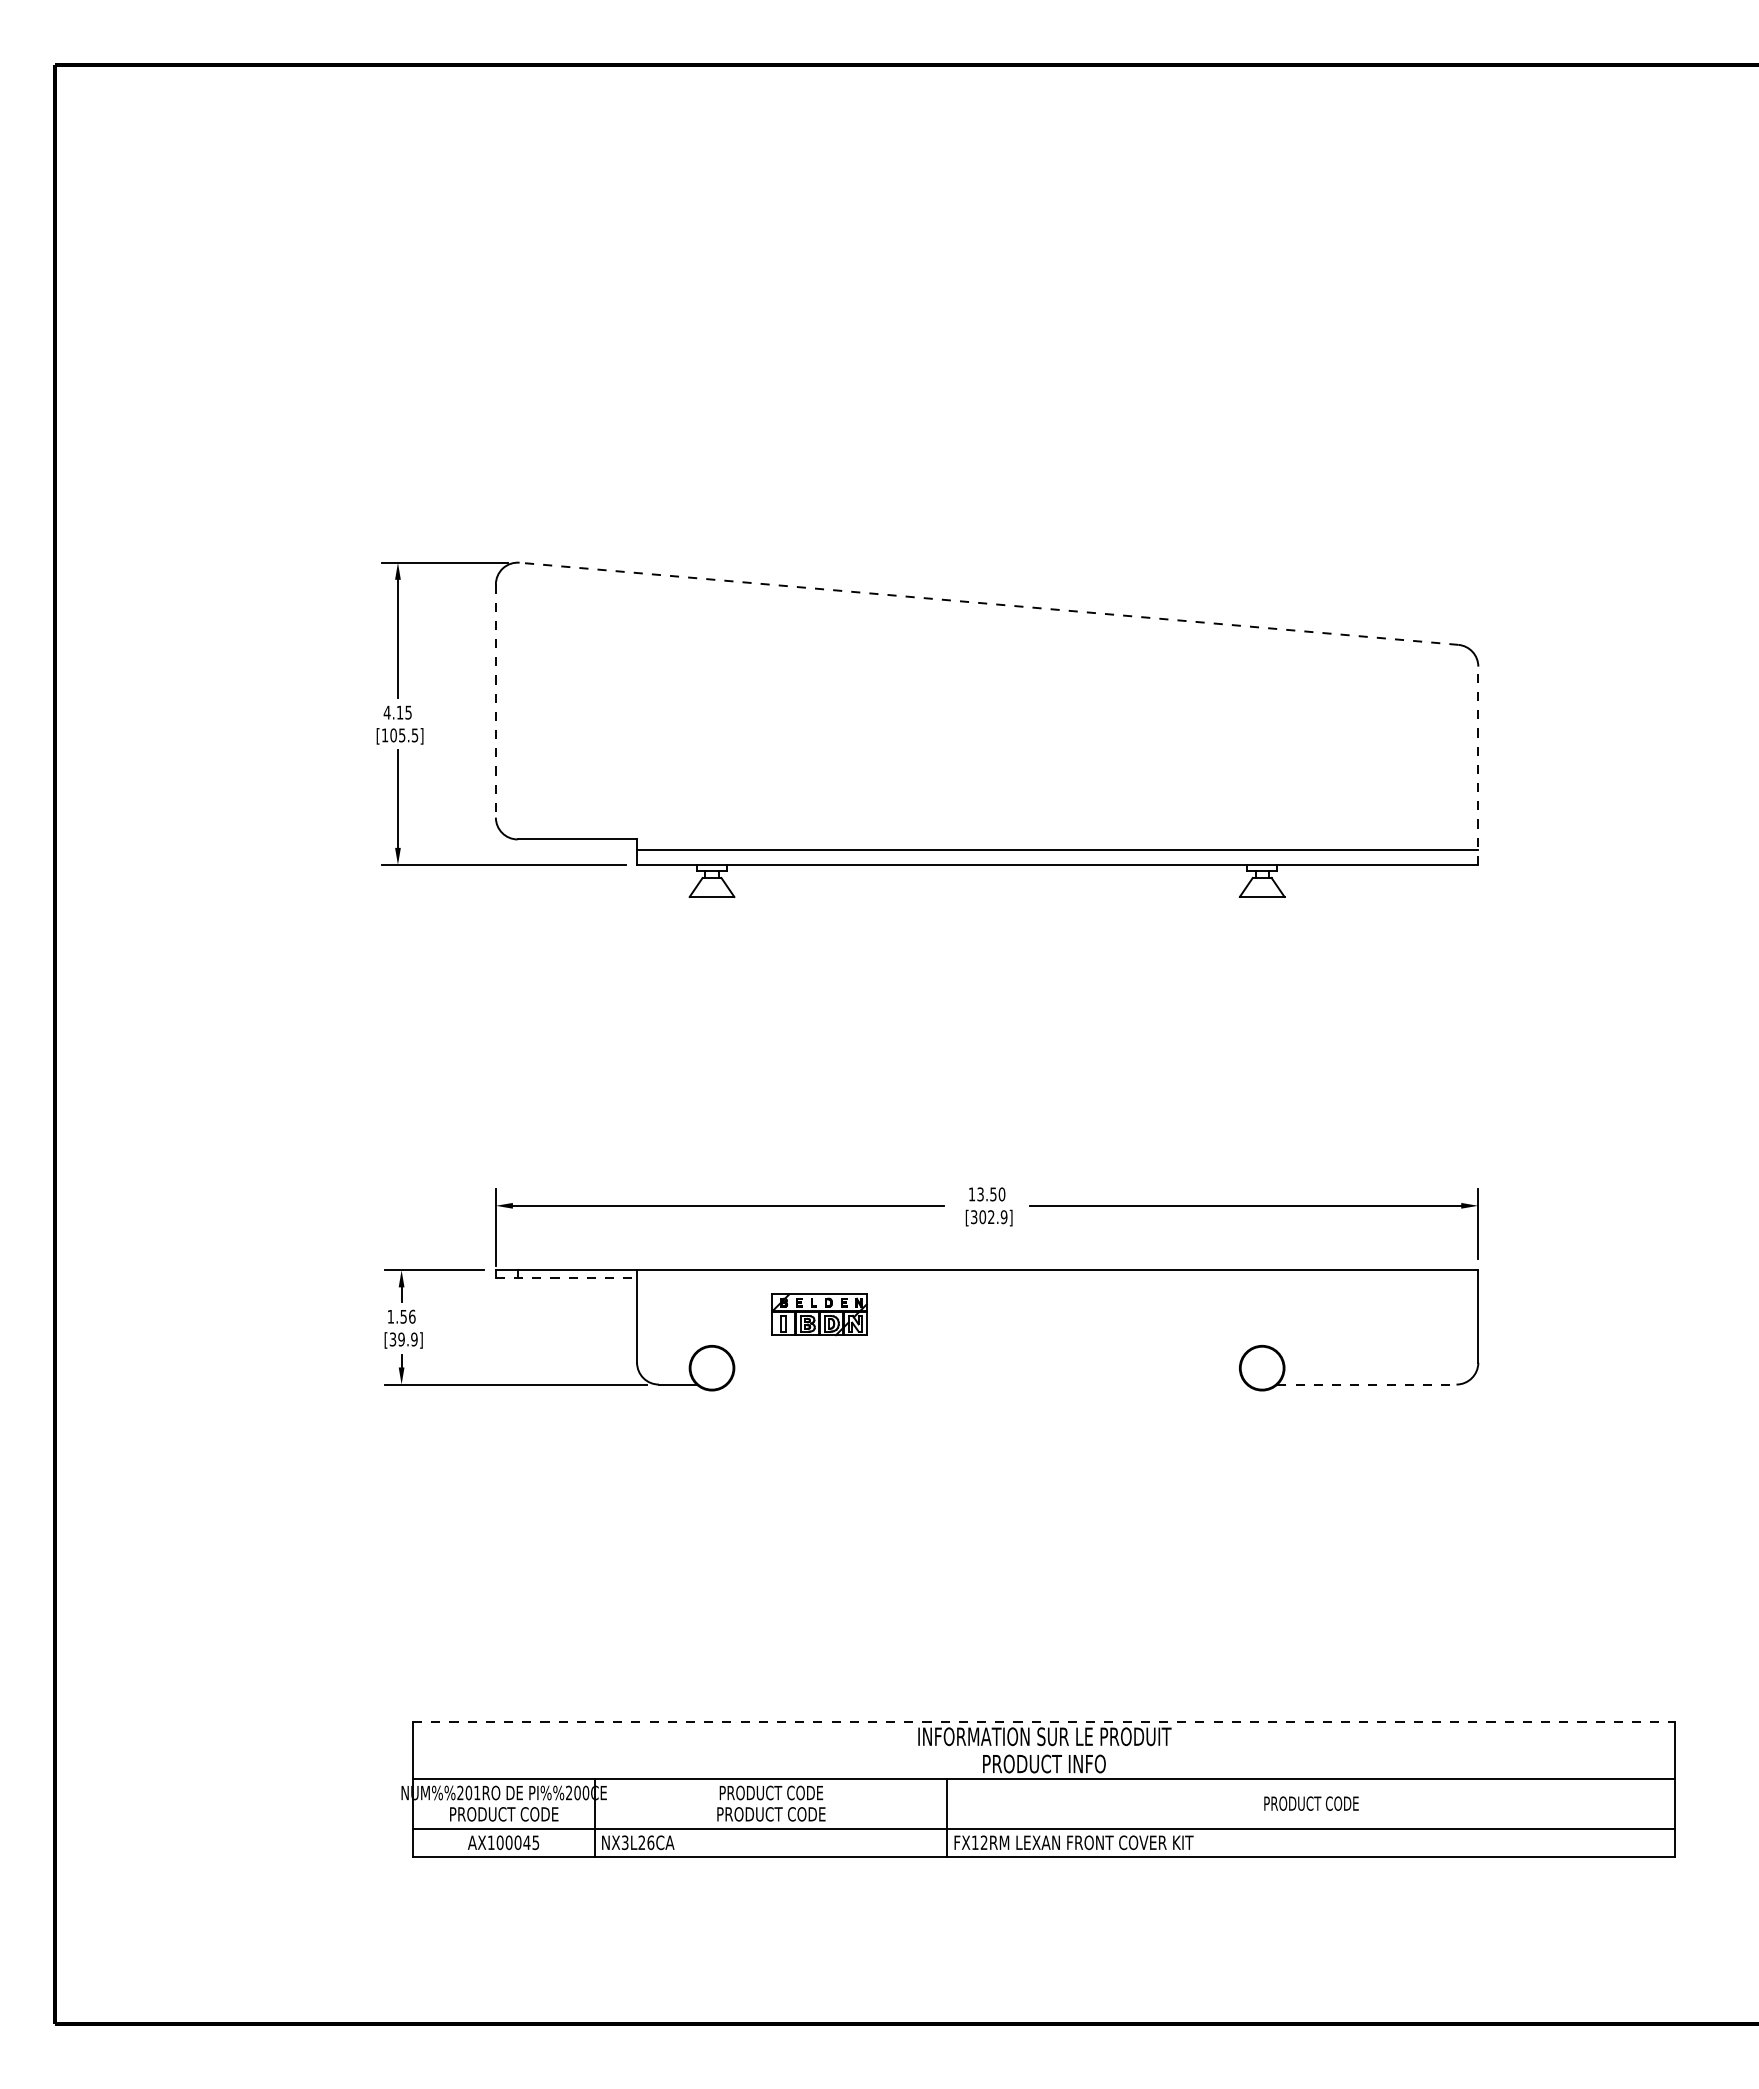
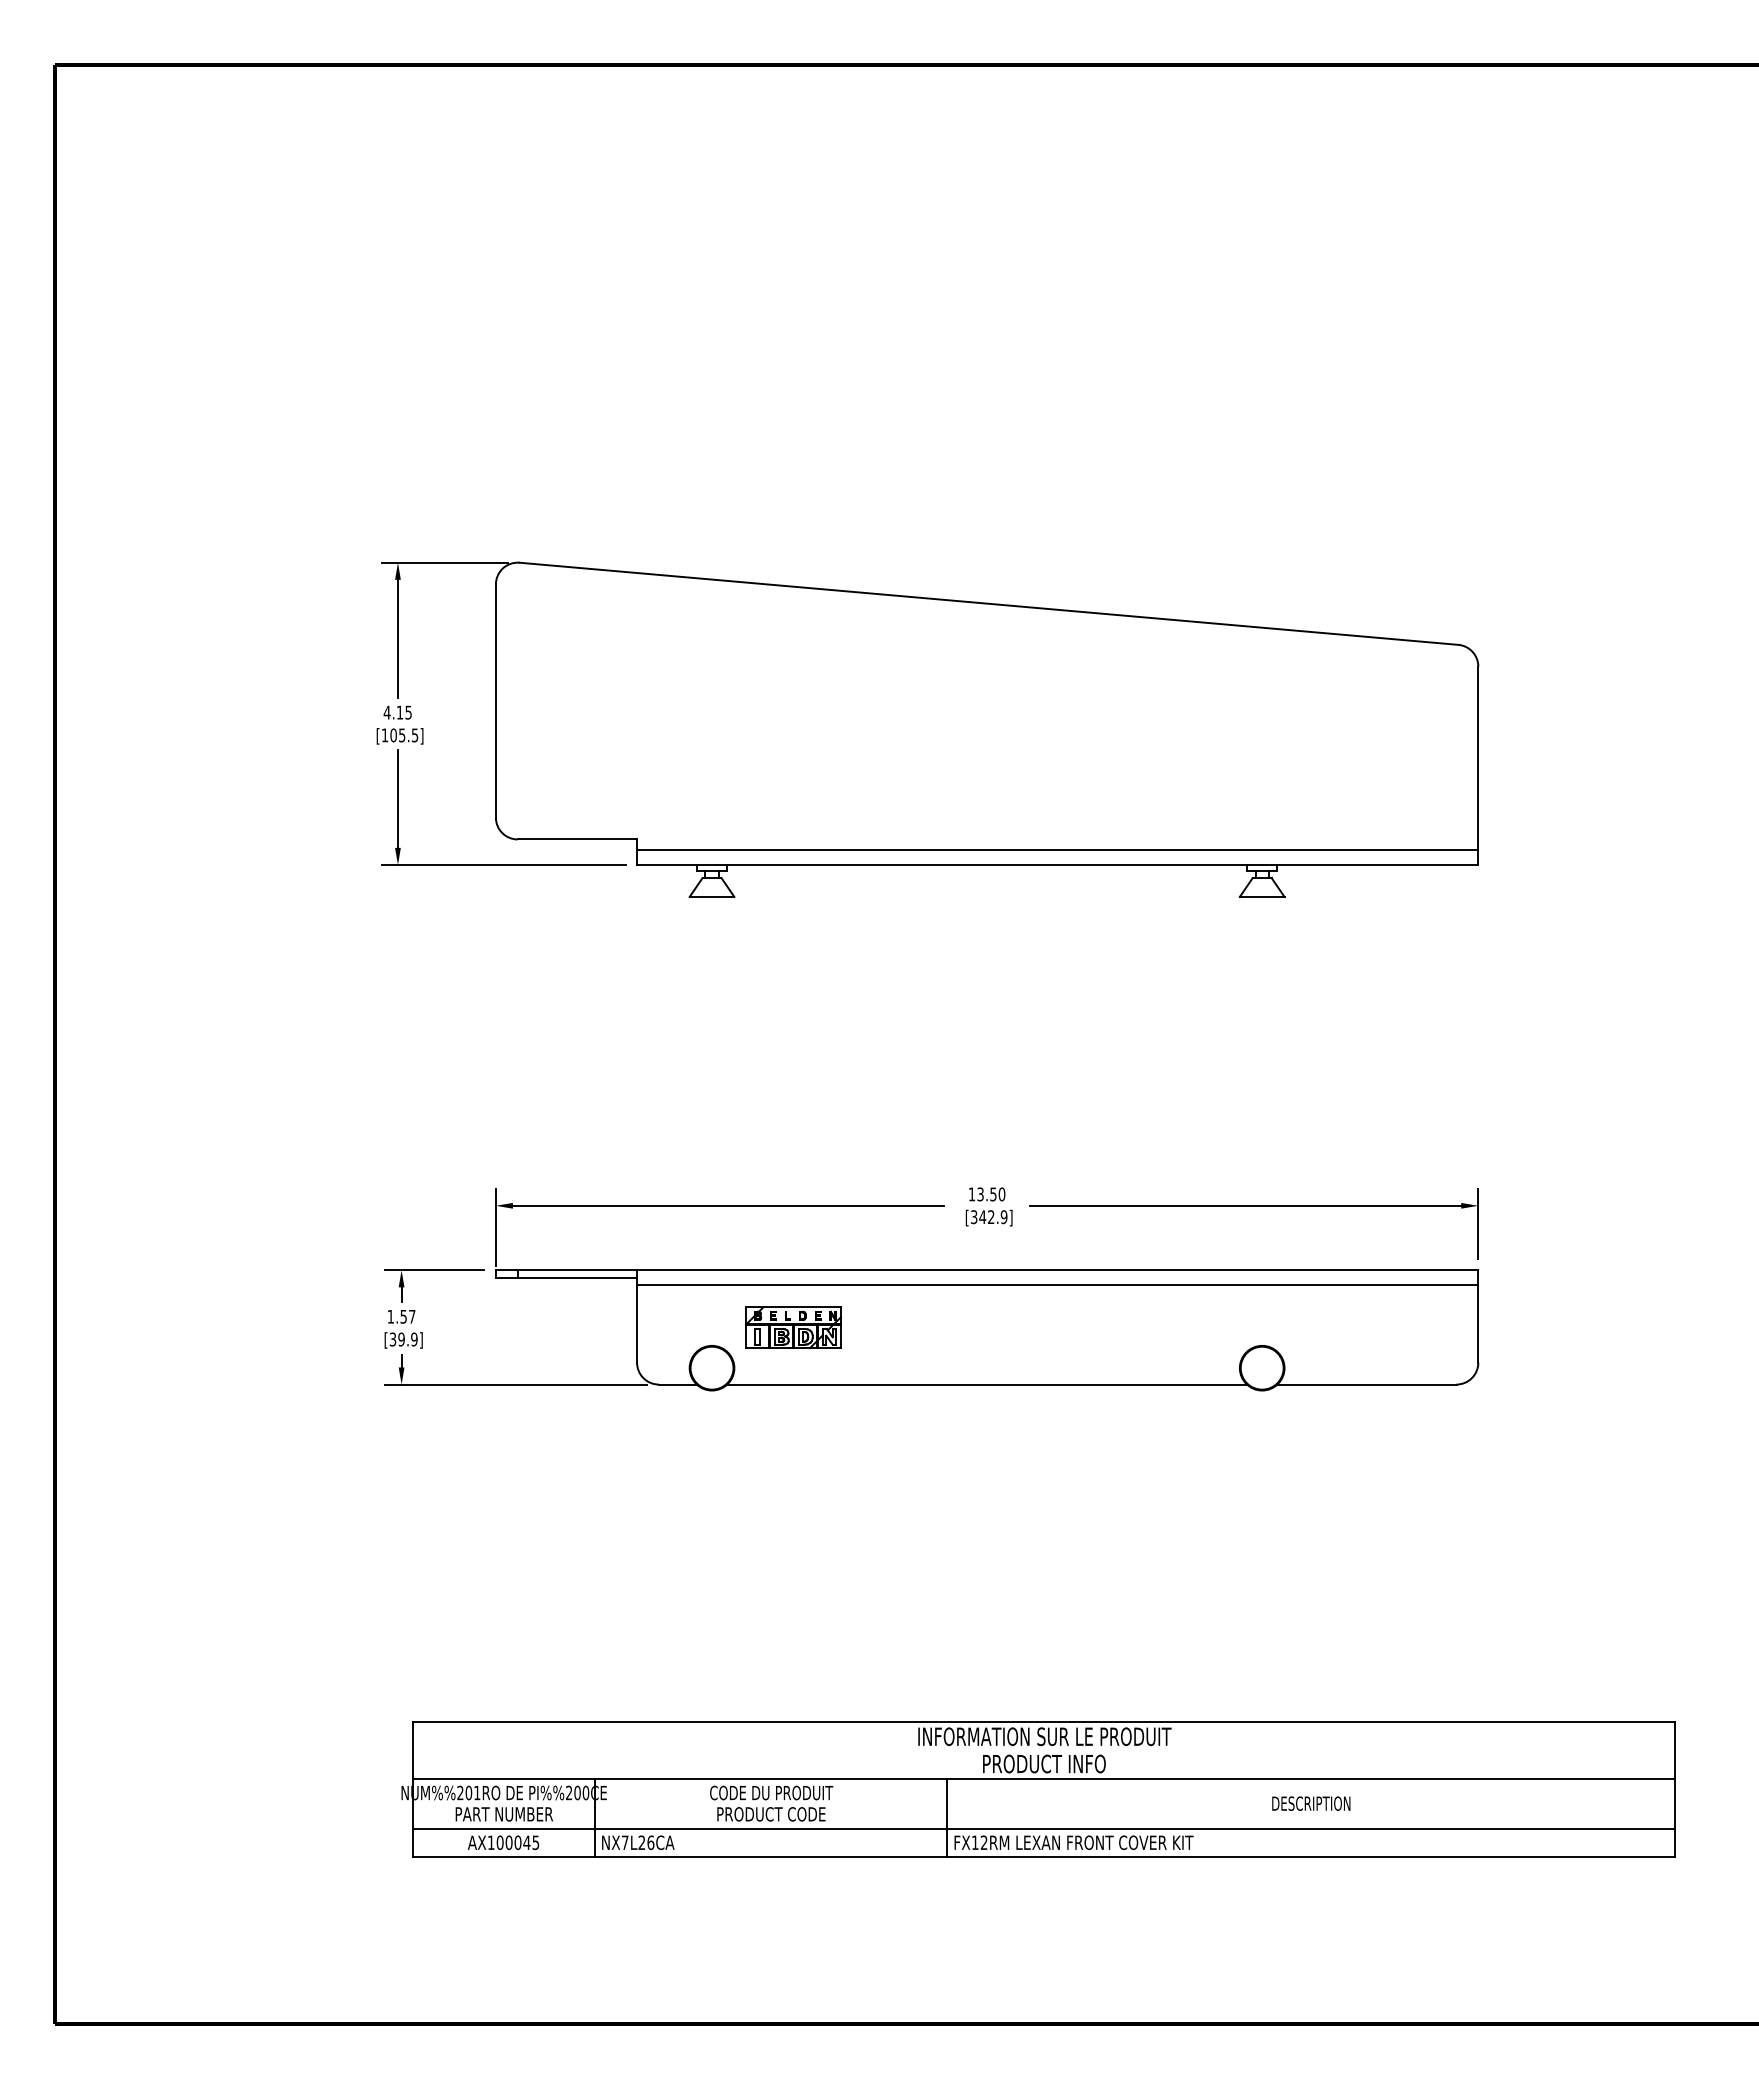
line at (988, 603): dashed -> solid
line at (495, 701): dashed -> solid
line at (1478, 765): dashed -> solid
text at (982, 1217): [302.9] -> [342.9]
line at (566, 1277): dashed -> solid
line at (1057, 1284): none -> present
part at (819, 1314) position: (819, 1314) -> (793, 1327)
text at (412, 1316): 1.56 -> 1.57
line at (986, 1384): none -> present
line at (1366, 1384): dashed -> solid
line at (1044, 1721): dashed -> solid
text at (771, 1792): PRODUCT CODE -> CODE DU PRODUIT
text at (1311, 1803): PRODUCT CODE -> DESCRIPTION
text at (504, 1814): PRODUCT CODE -> PART NUMBER
text at (624, 1842): NX3L26CA -> NX7L26CA
